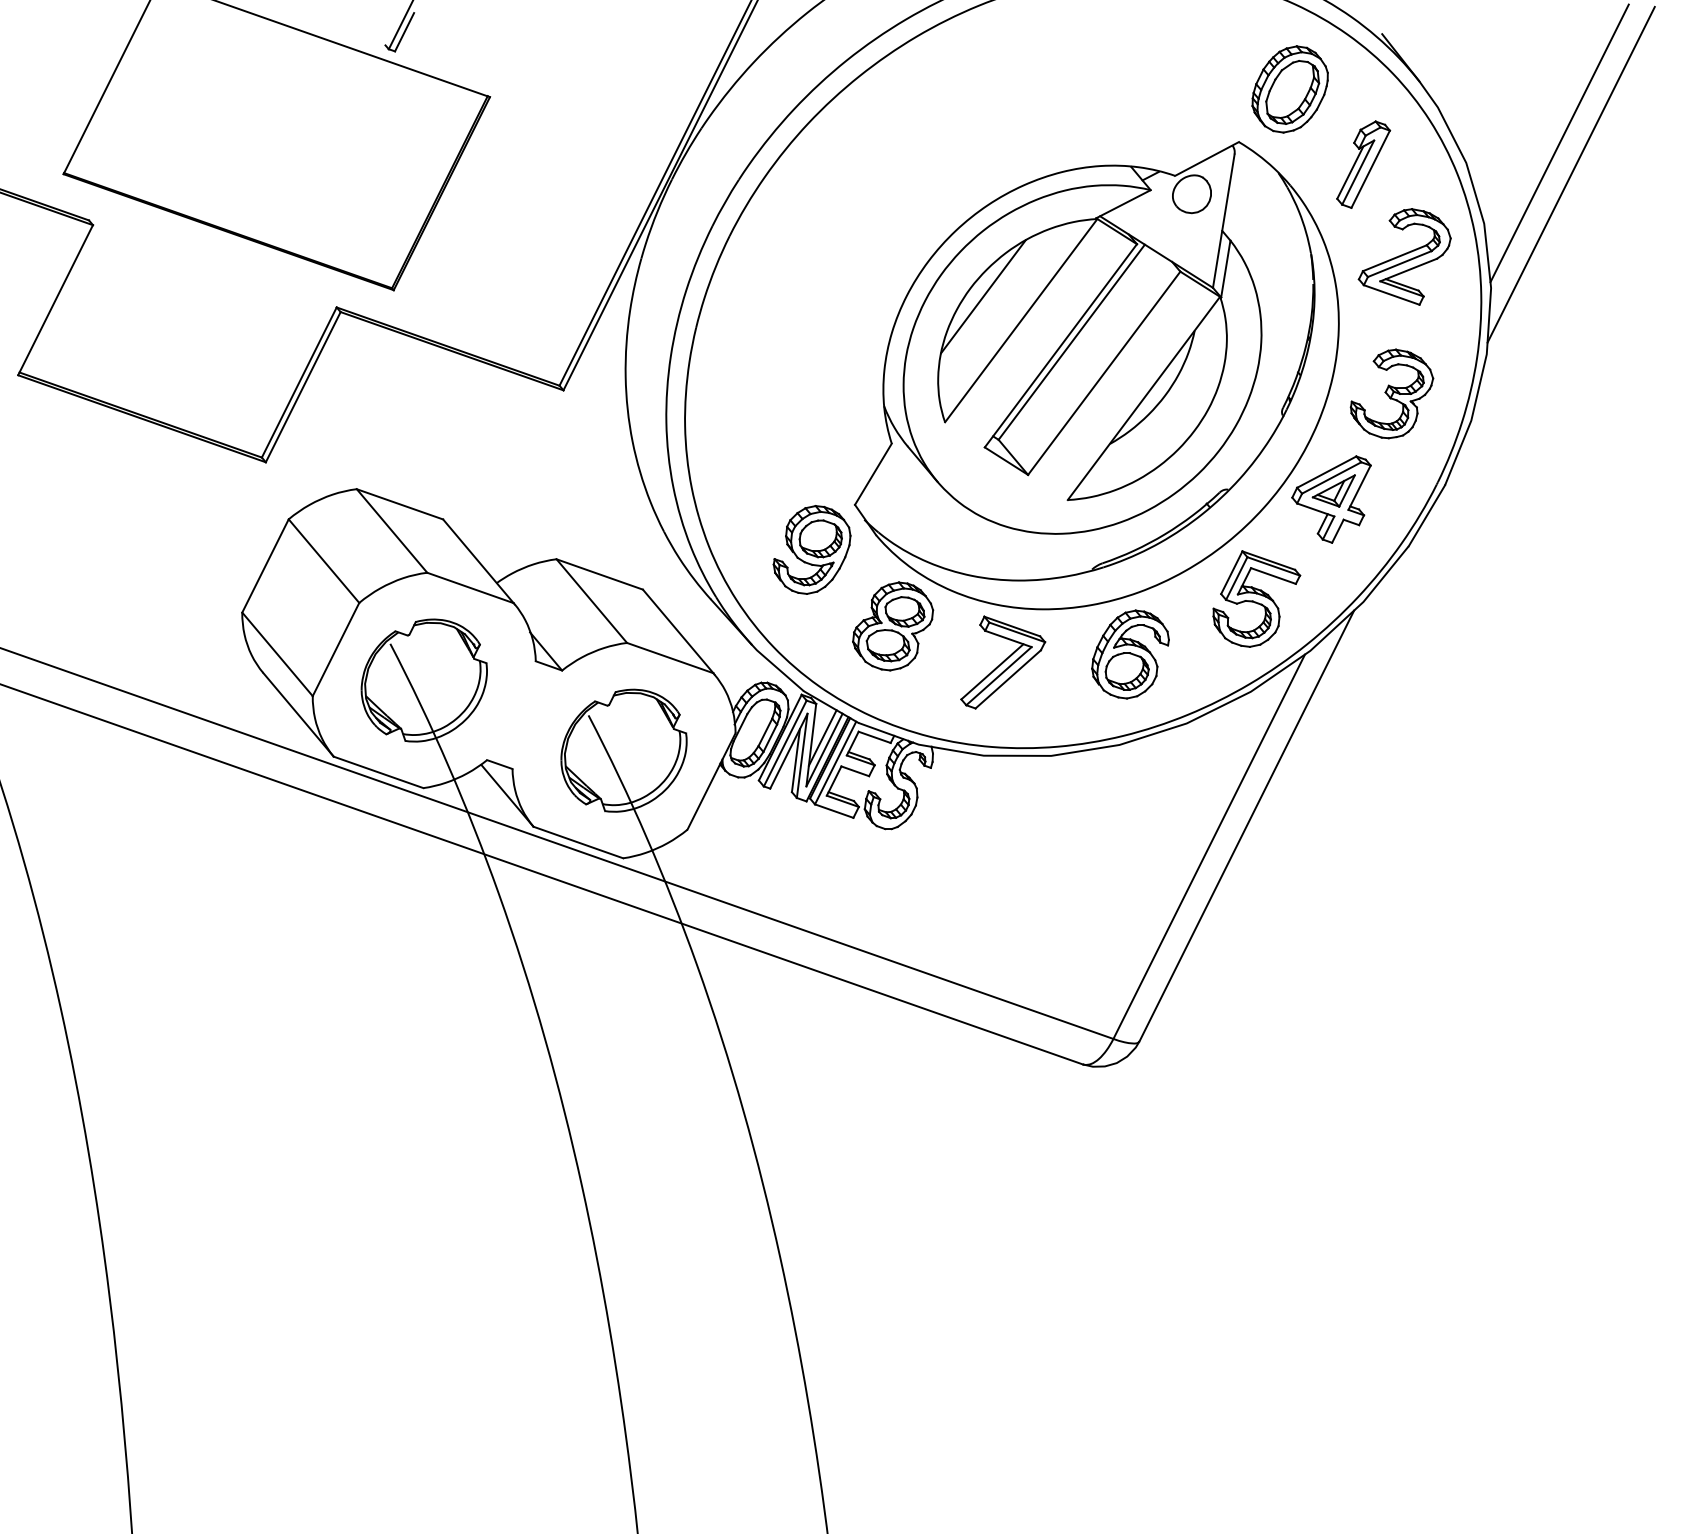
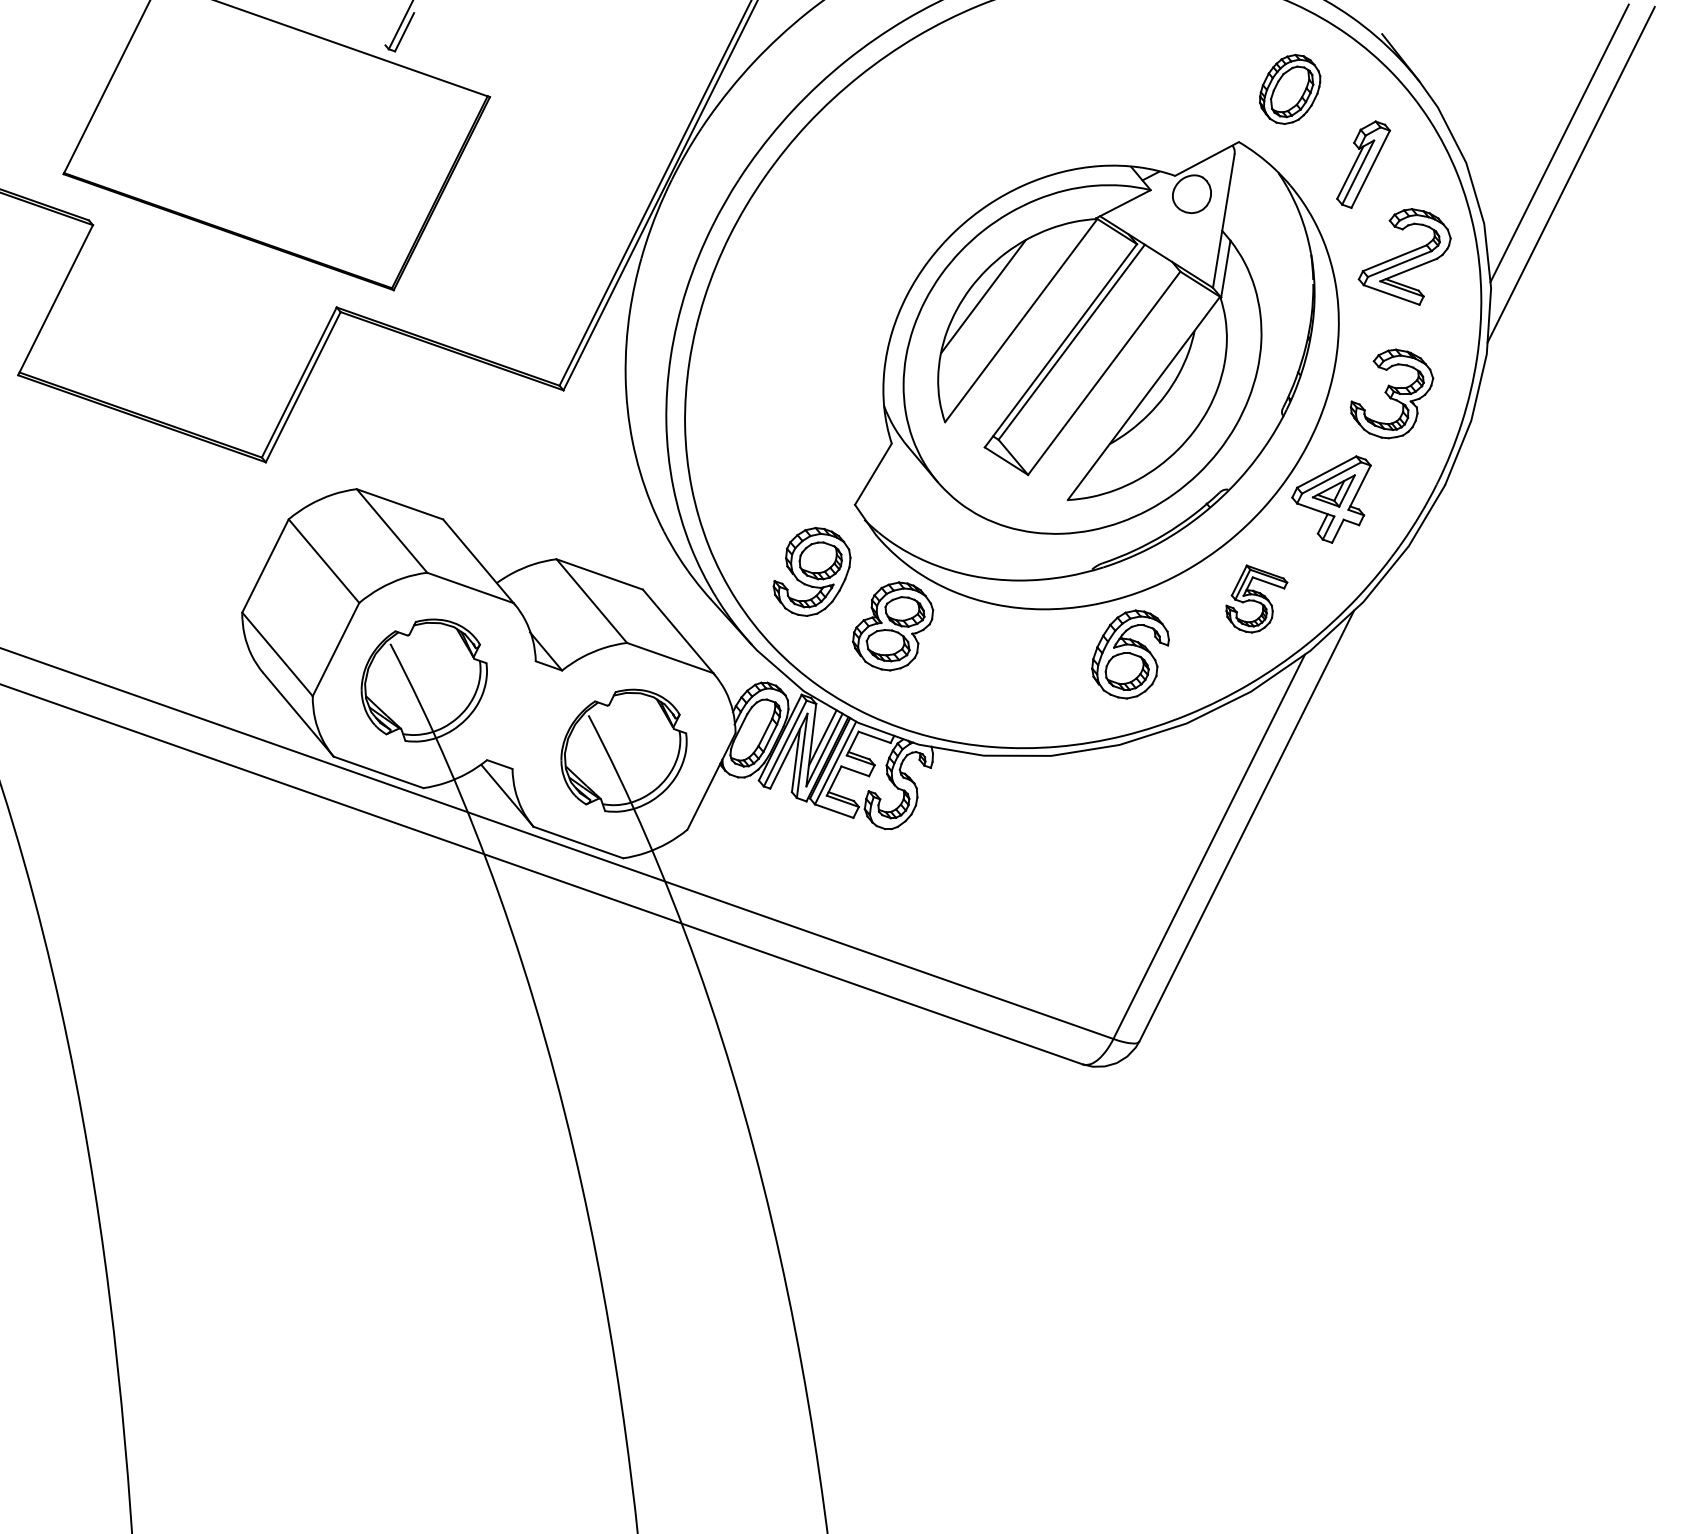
part at (1289, 89) size: 78x89 px -> 63x72 px
part at (811, 549) position: (811, 549) -> (811, 571)
part at (1256, 598) size: 90x98 px -> 64x70 px
part at (1003, 662): present -> none
